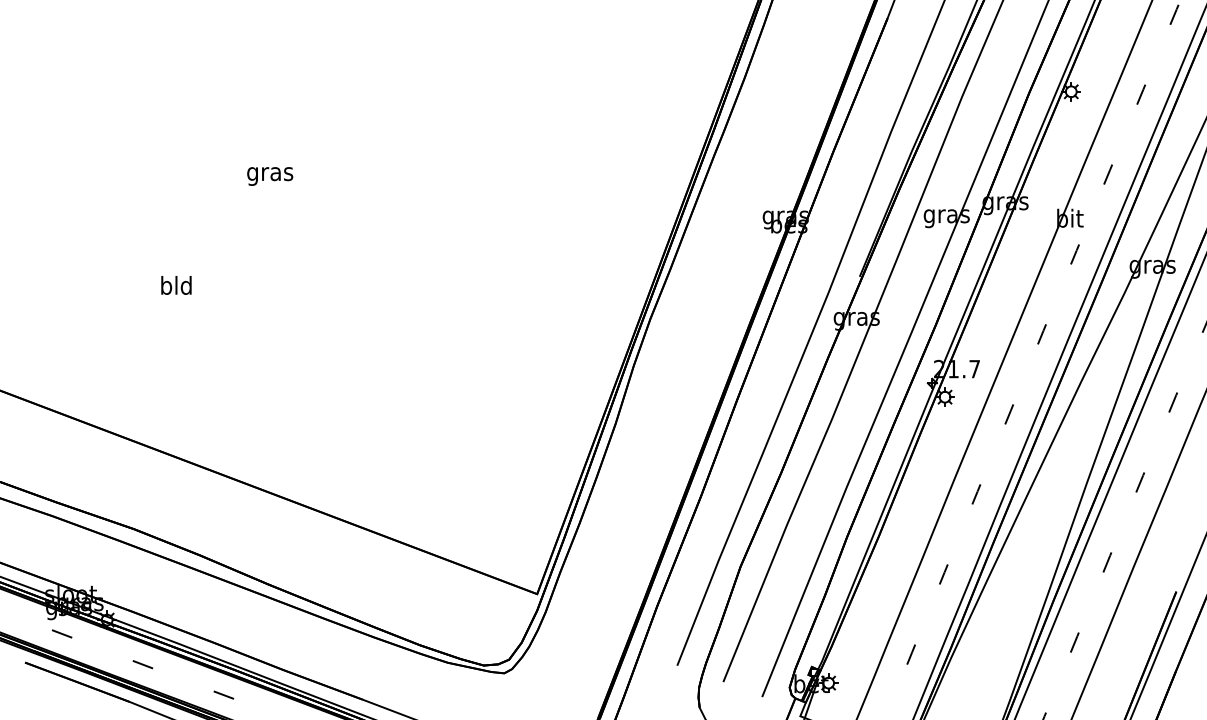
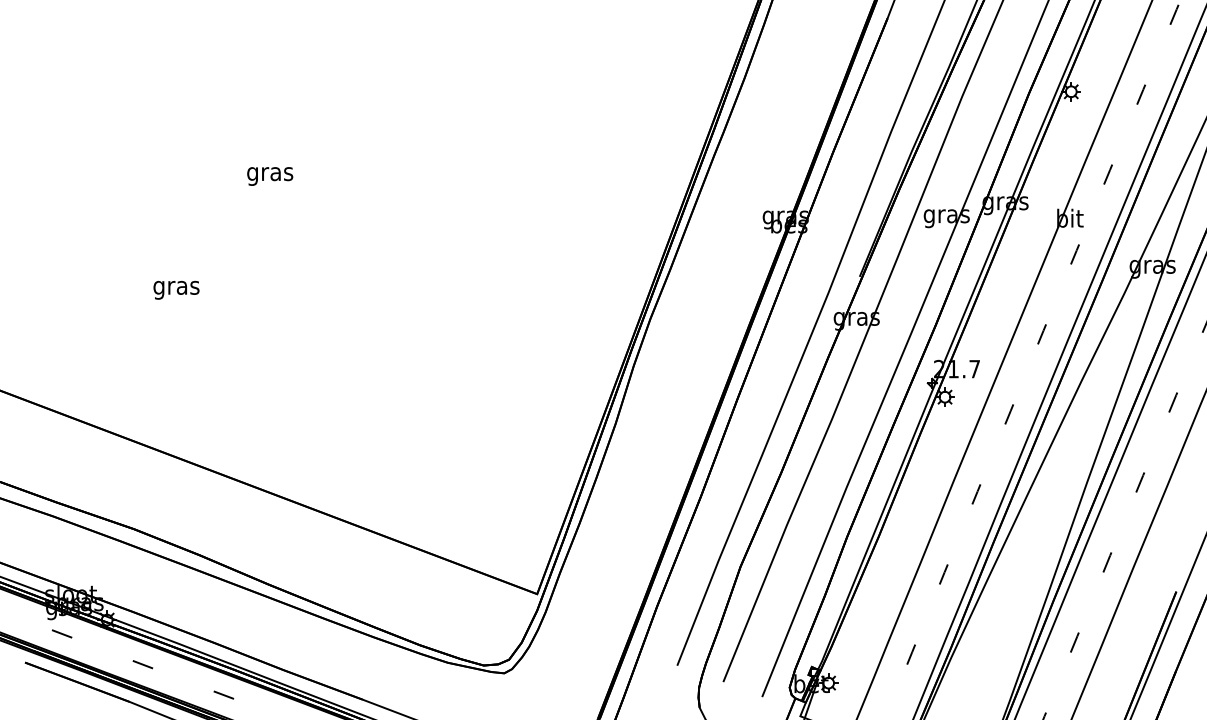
text at (176, 287): bld -> gras
